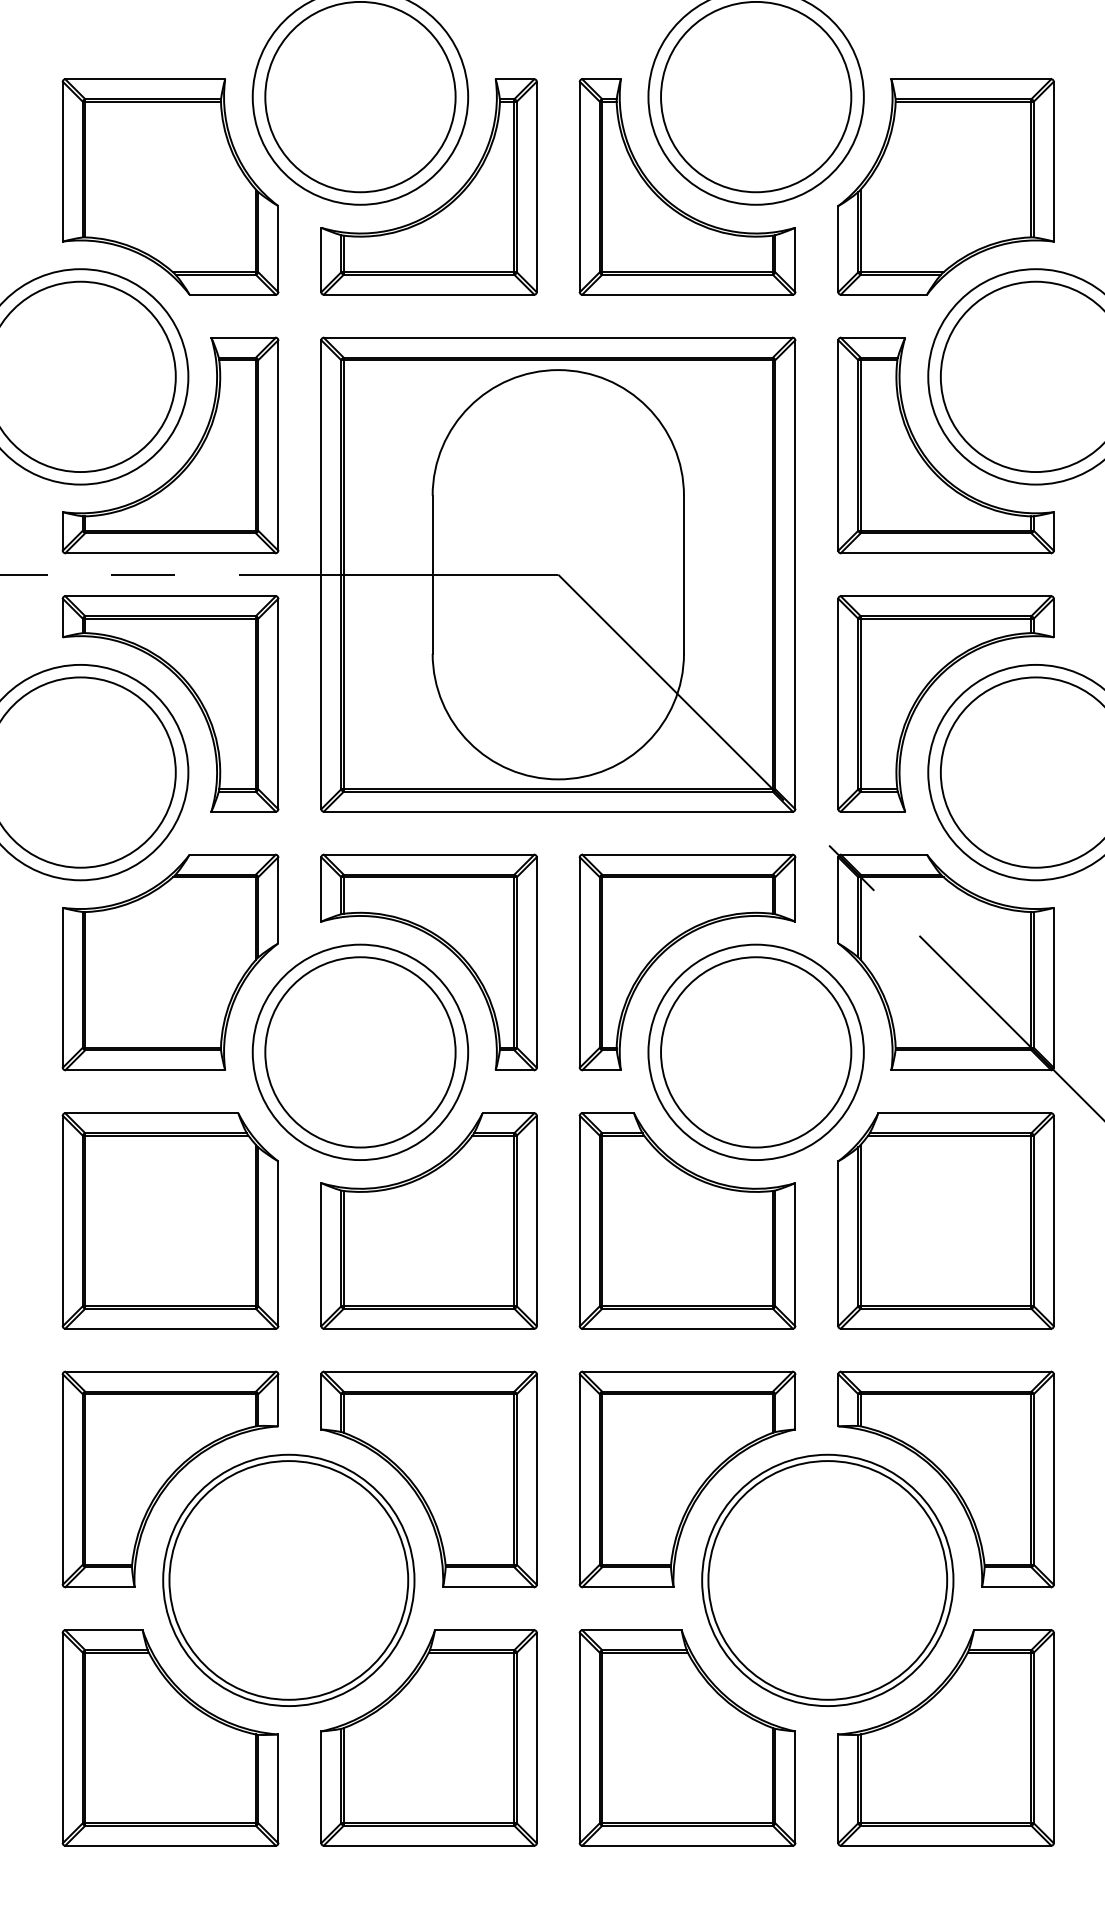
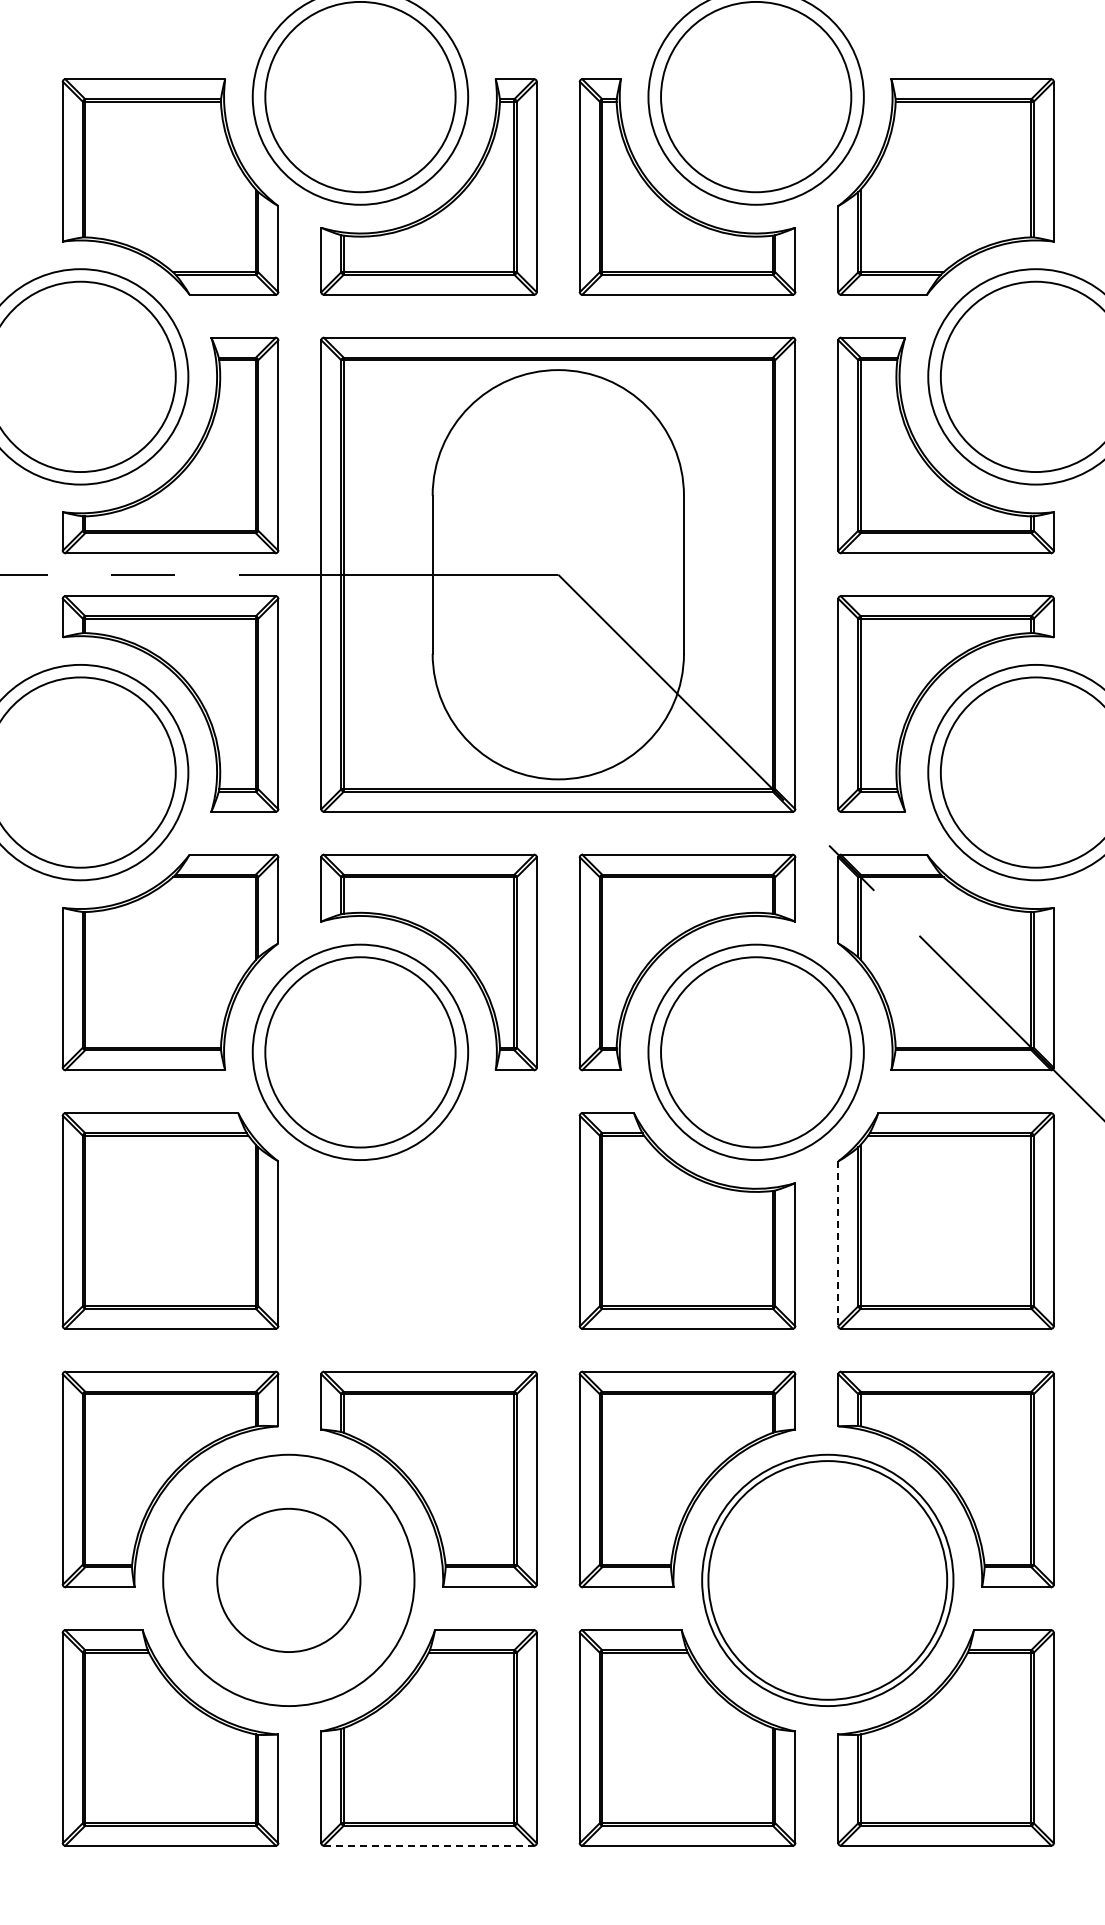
part at (428, 1220): present -> none
line at (838, 1244): solid -> dashed
circle at (288, 1580) diameter: 239 px -> 143 px
line at (429, 1845): solid -> dashed
